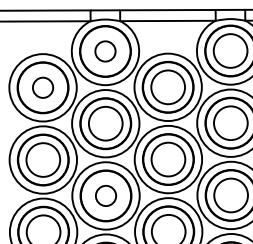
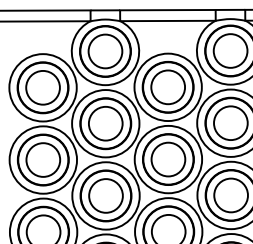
circle at (105, 51) diameter: 20 px -> 34 px
circle at (42, 87) diameter: 20 px -> 34 px
circle at (105, 195) diameter: 20 px -> 34 px
